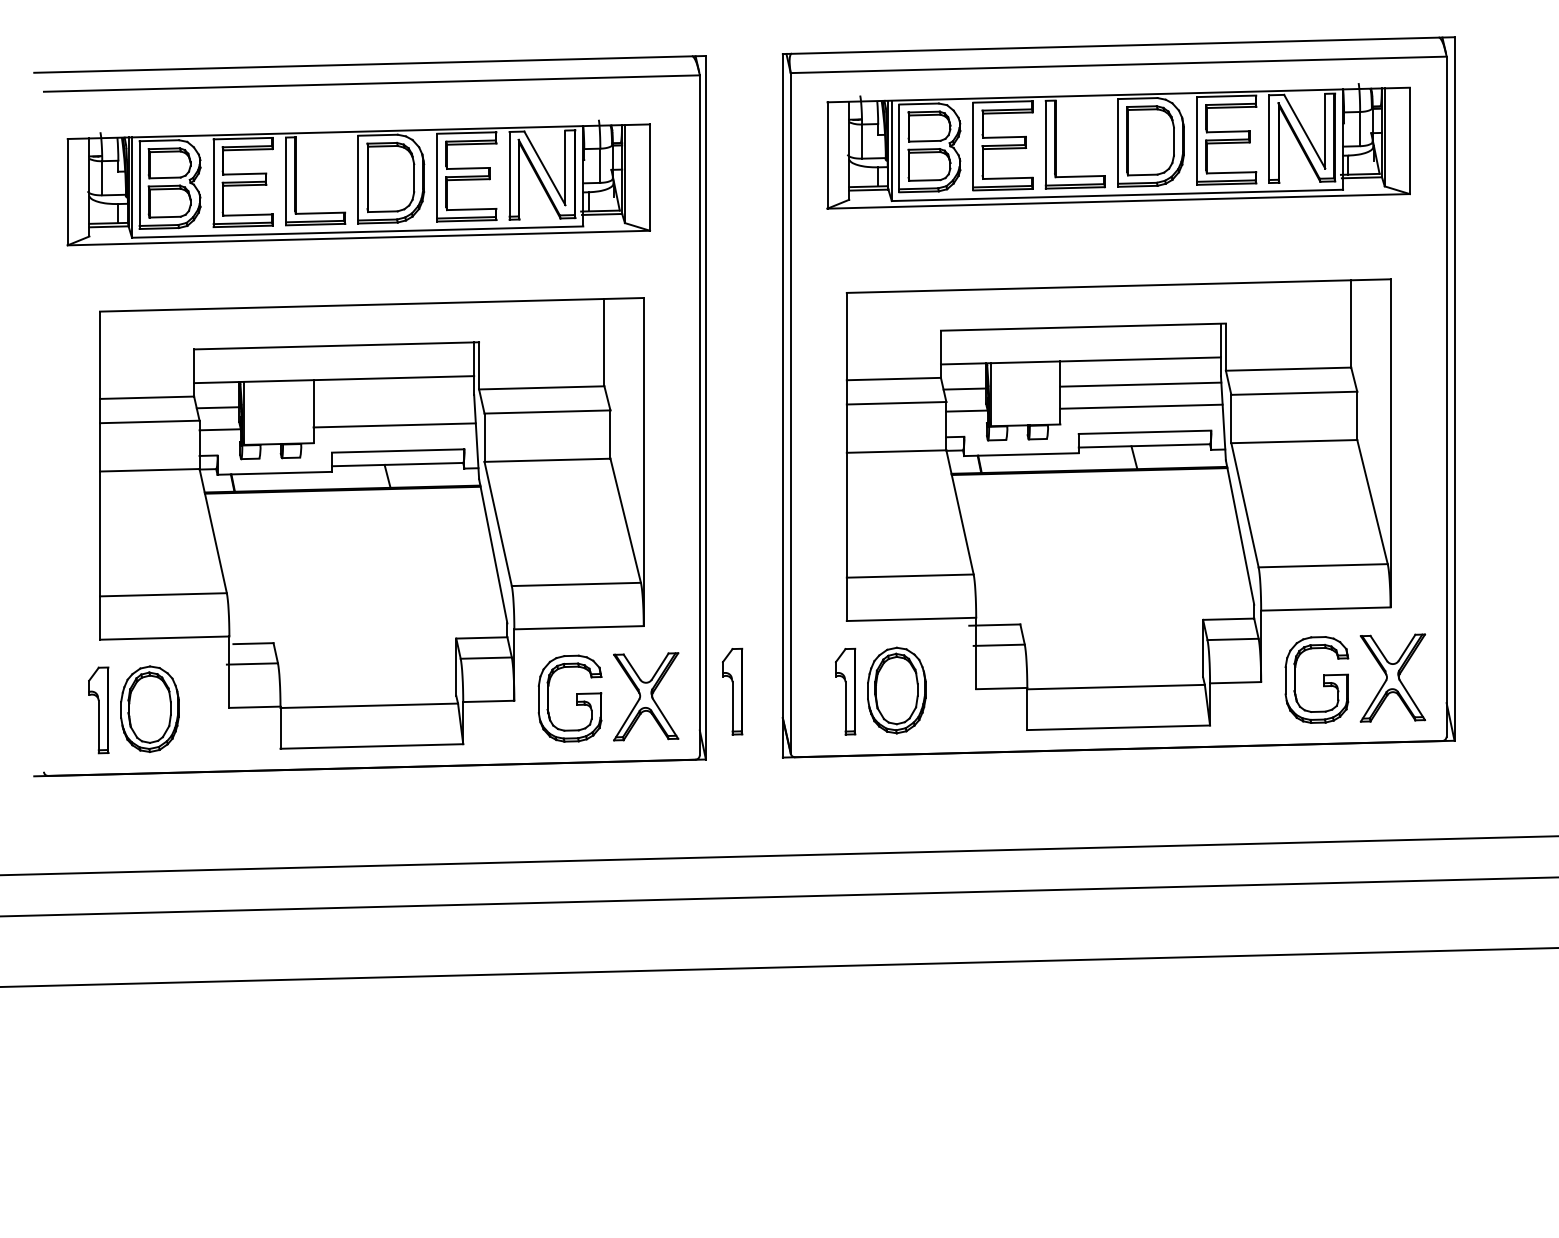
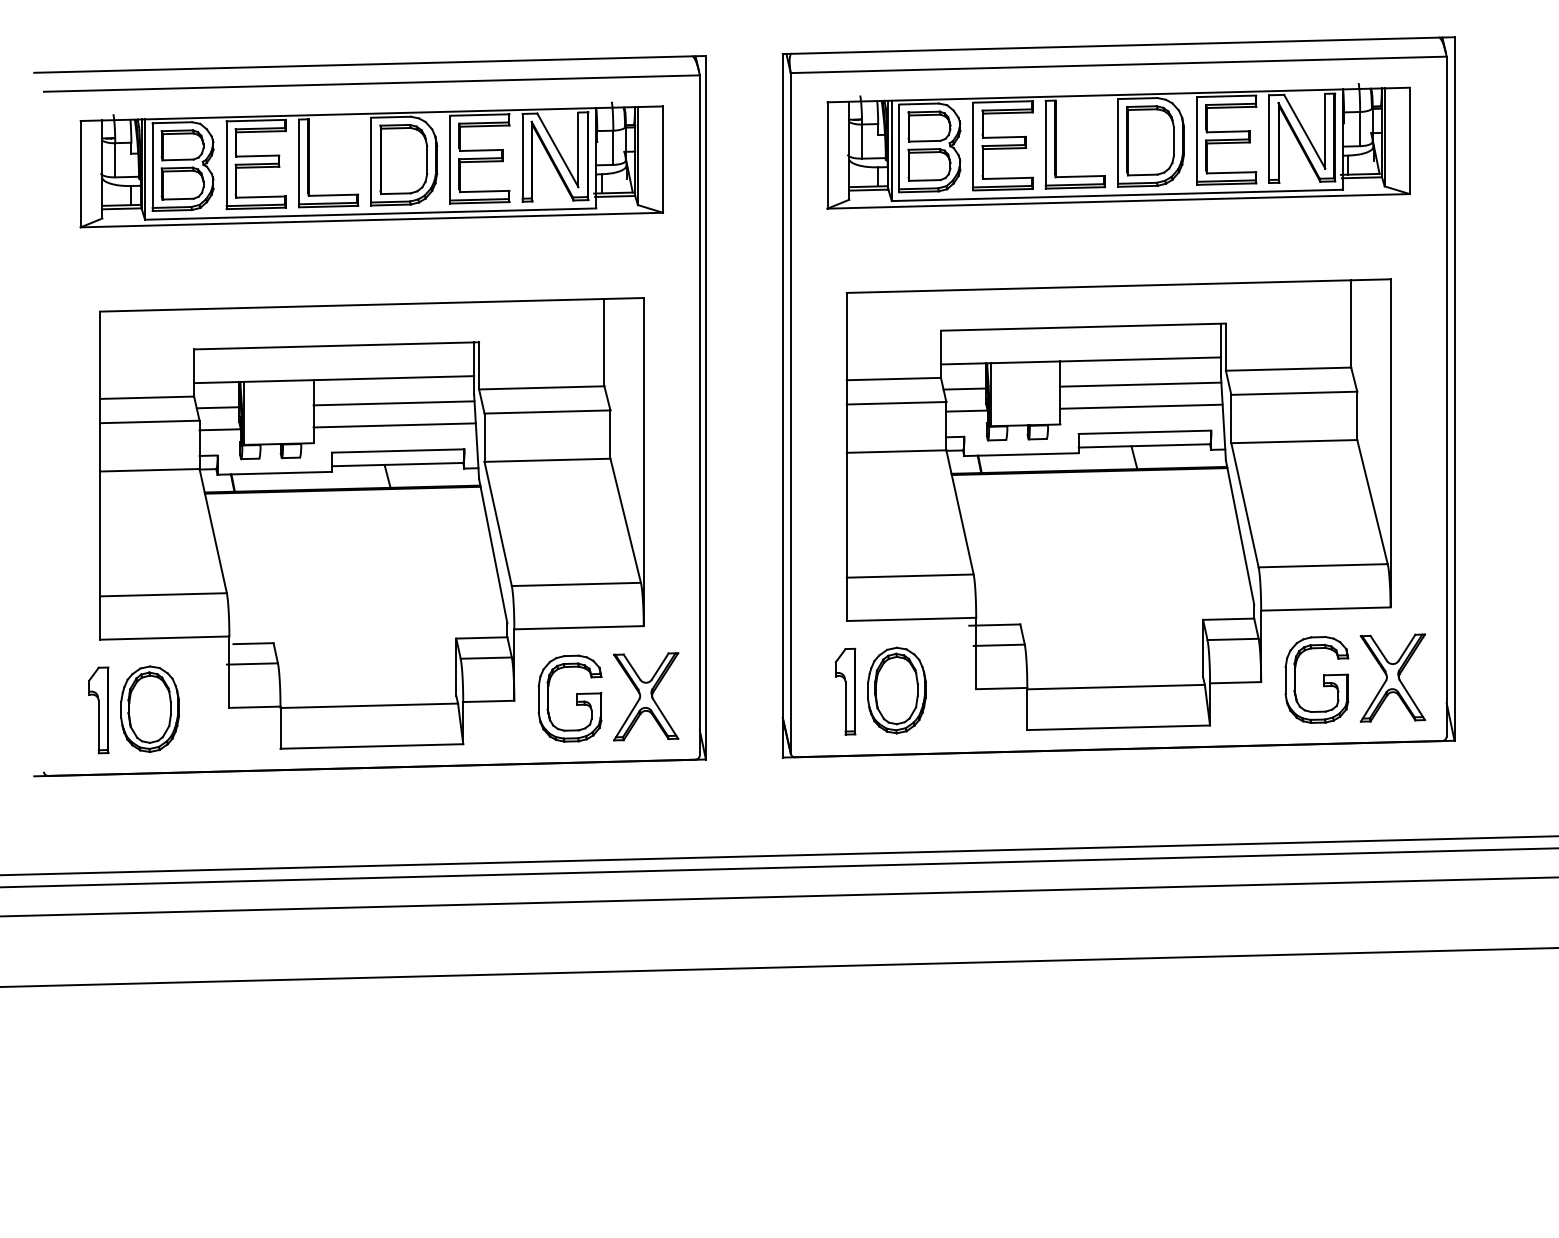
part at (358, 182) position: (358, 182) -> (371, 164)
line at (393, 403): none -> present
part at (732, 691): present -> none
line at (778, 867): none -> present
